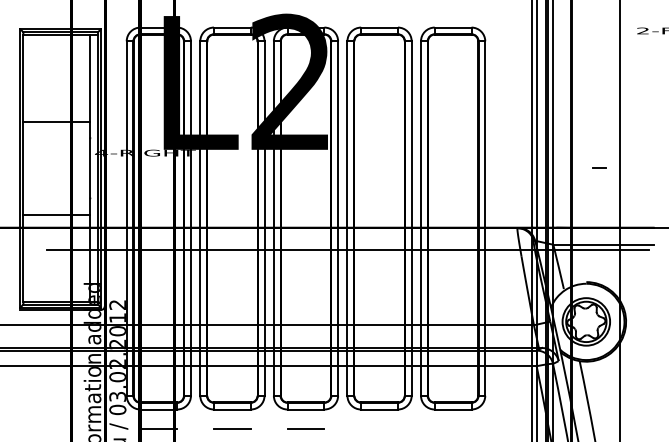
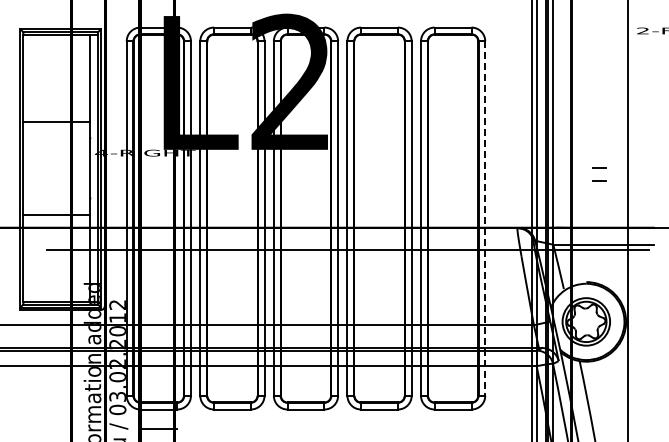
line at (599, 180): none -> present
line at (485, 219): solid -> dashed
line at (620, 220) position: (620, 220) -> (628, 220)
line at (232, 428): present -> none
line at (305, 428): present -> none
